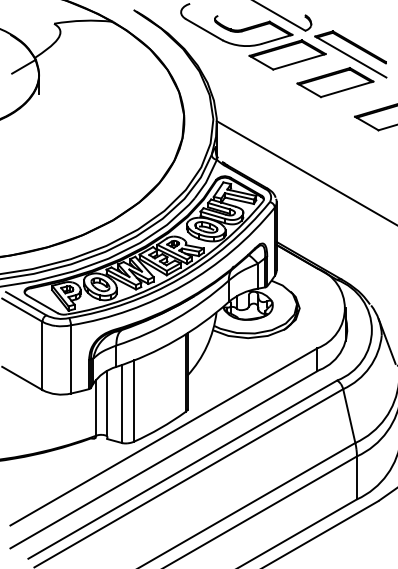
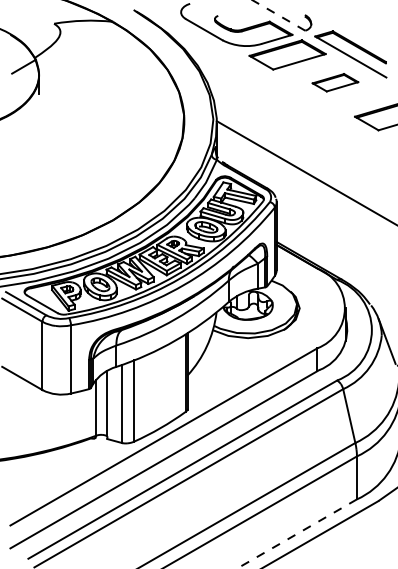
line at (278, 15): solid -> dashed
part at (335, 82) size: 79x32 px -> 49x20 px
line at (296, 534): solid -> dashed
